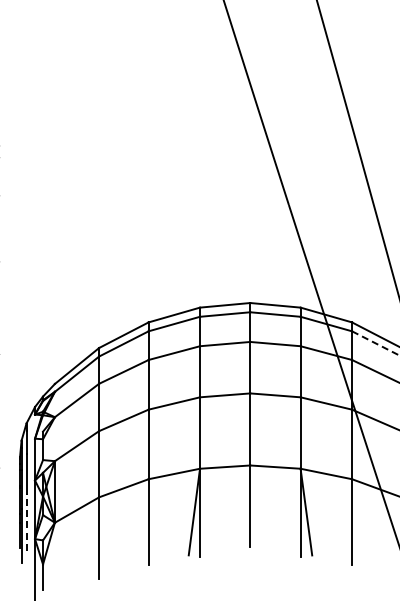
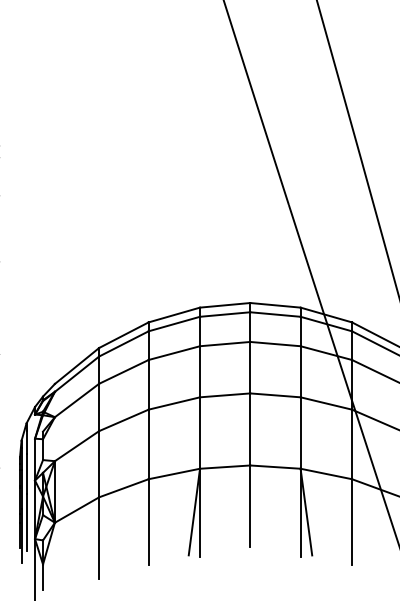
line at (375, 343): dashed -> solid
line at (26, 522): dashed -> solid
